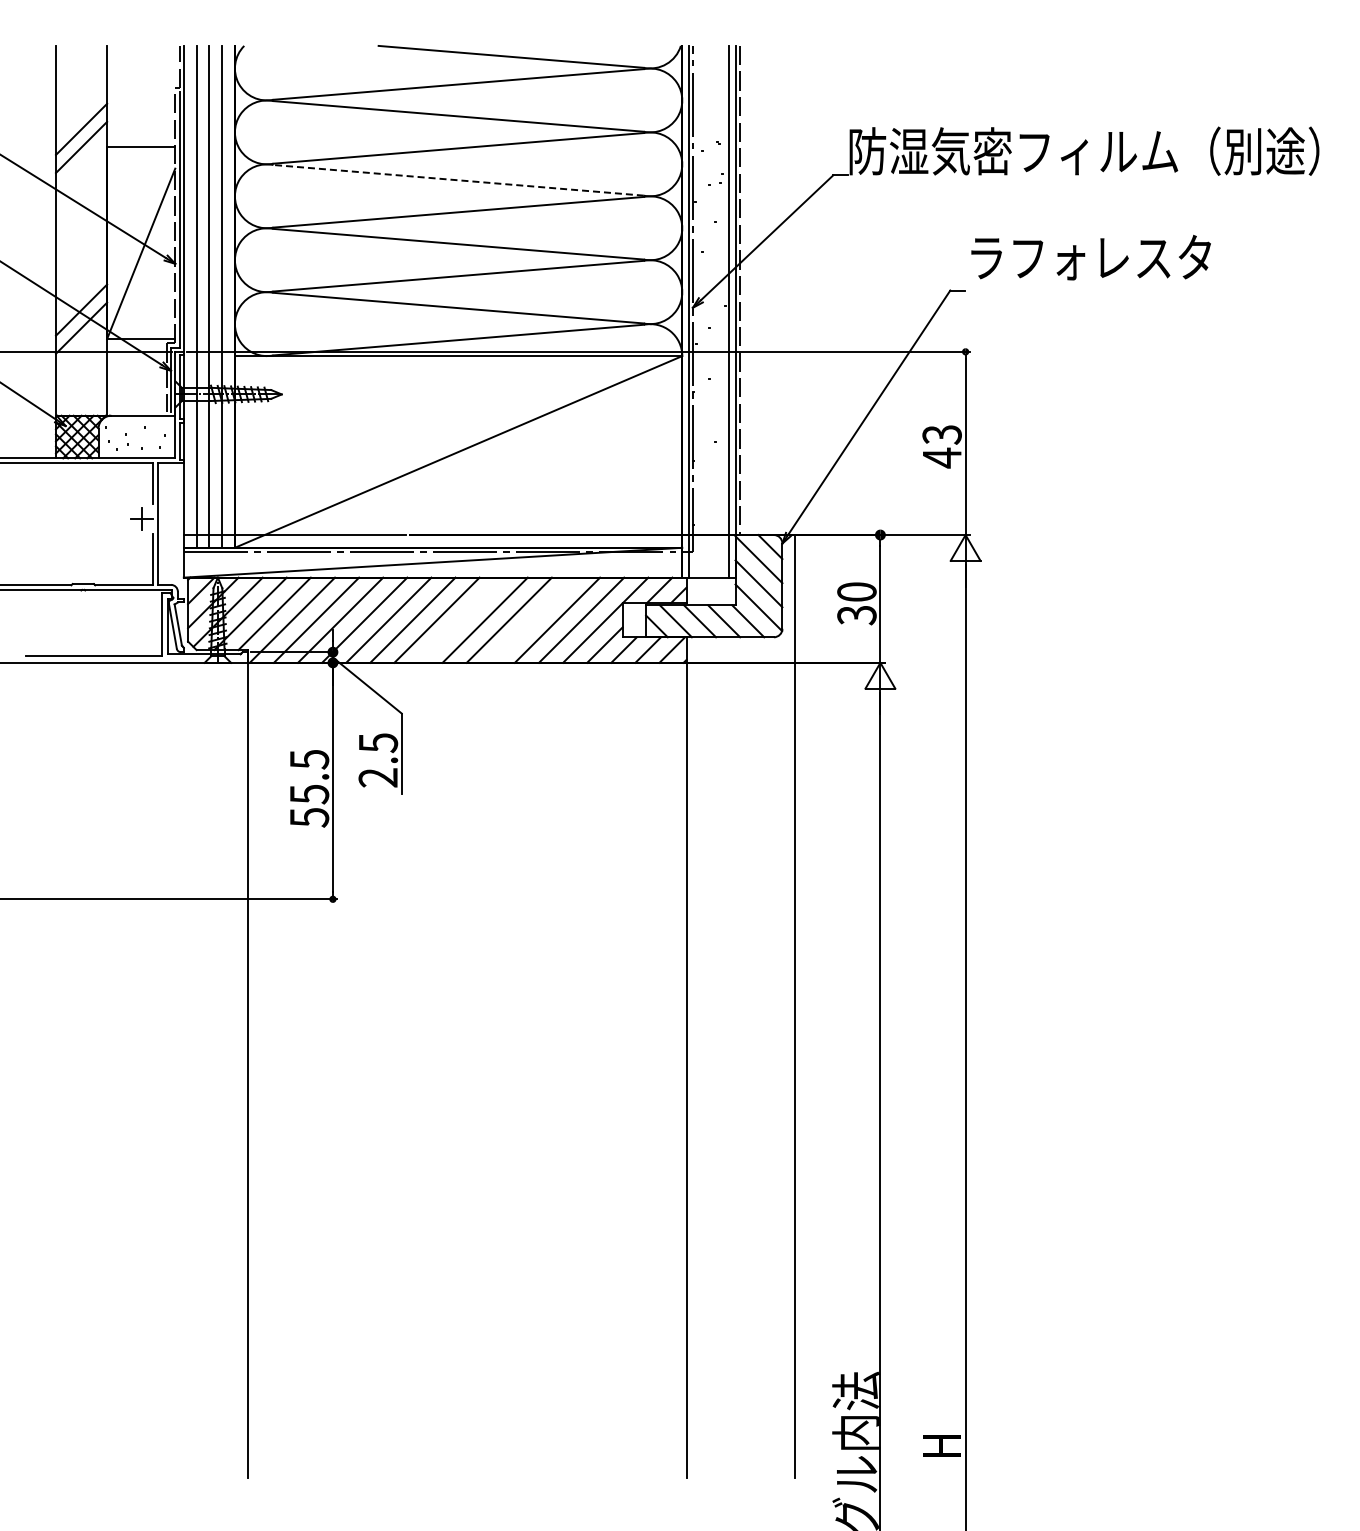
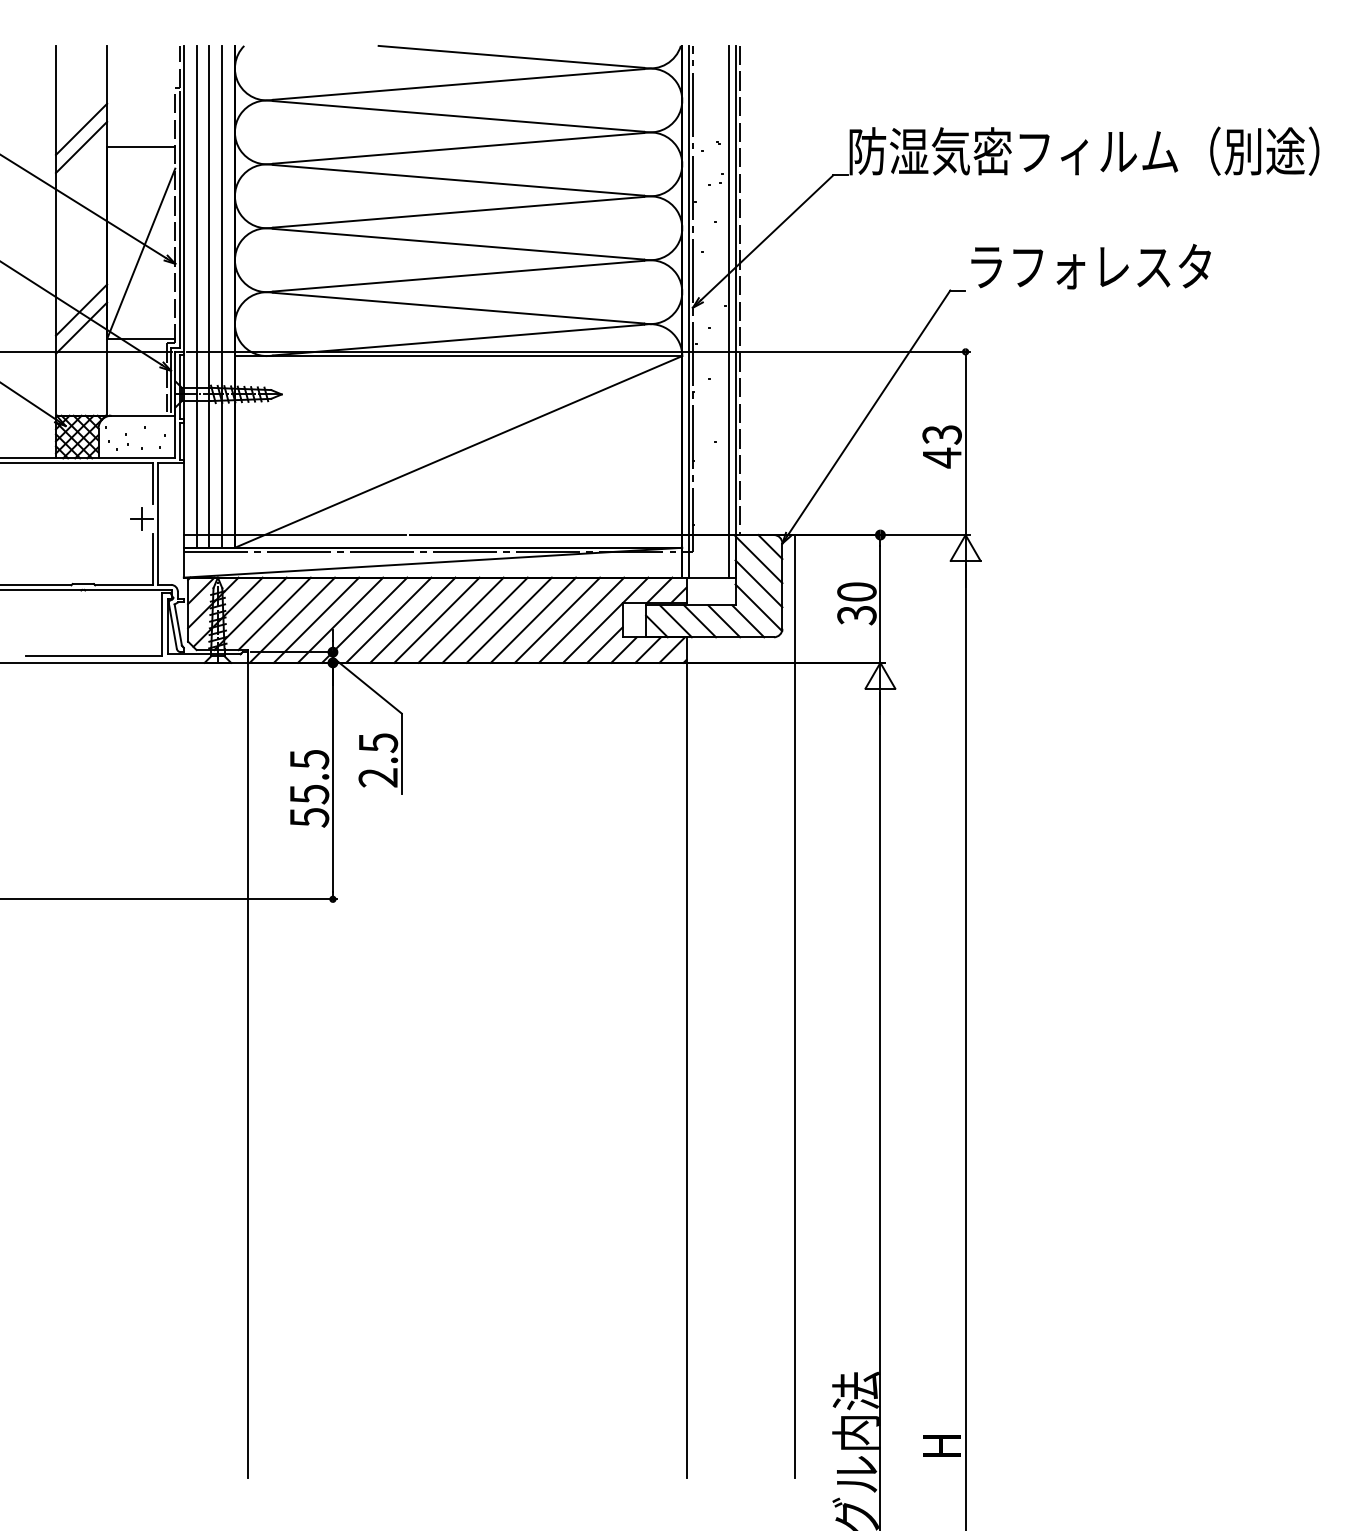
line at (458, 180): dashed -> solid
text at (1090, 257) position: (1090, 257) -> (1090, 266)
line at (460, 619): none -> present
line at (533, 619): none -> present
